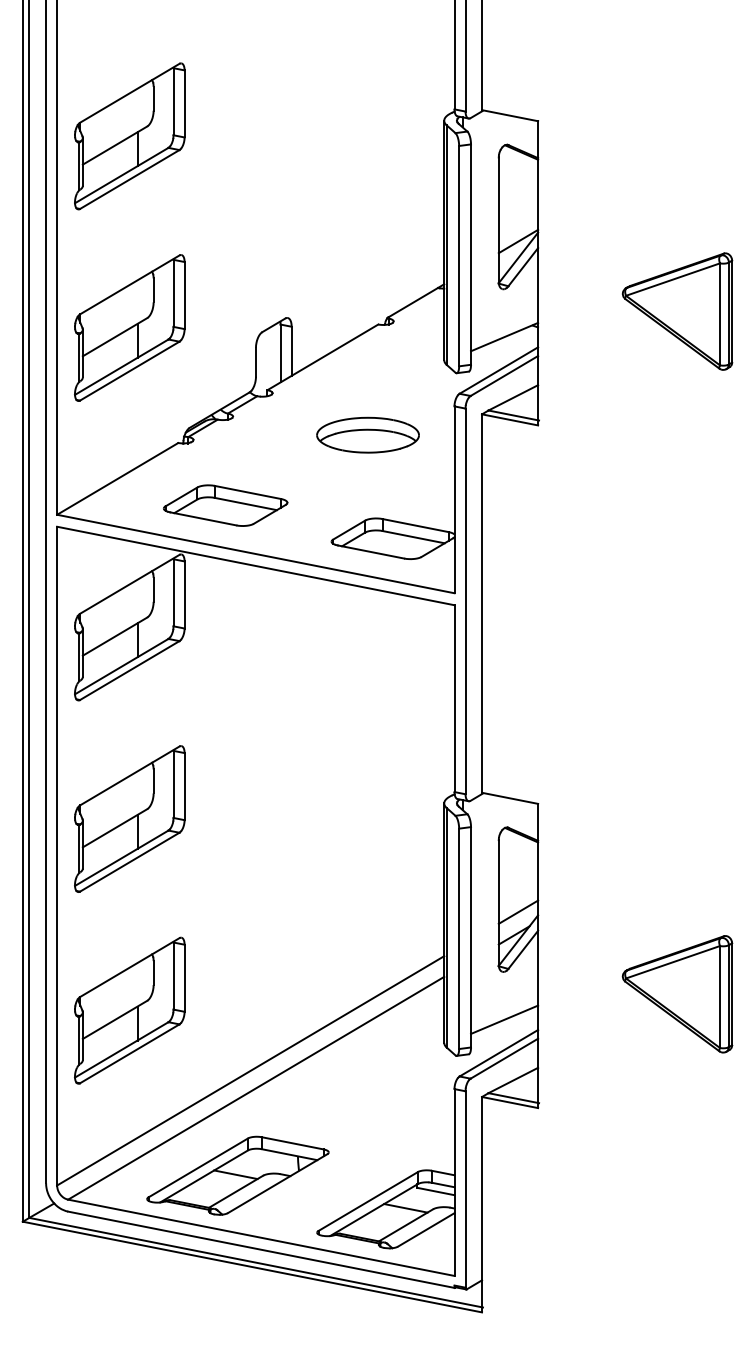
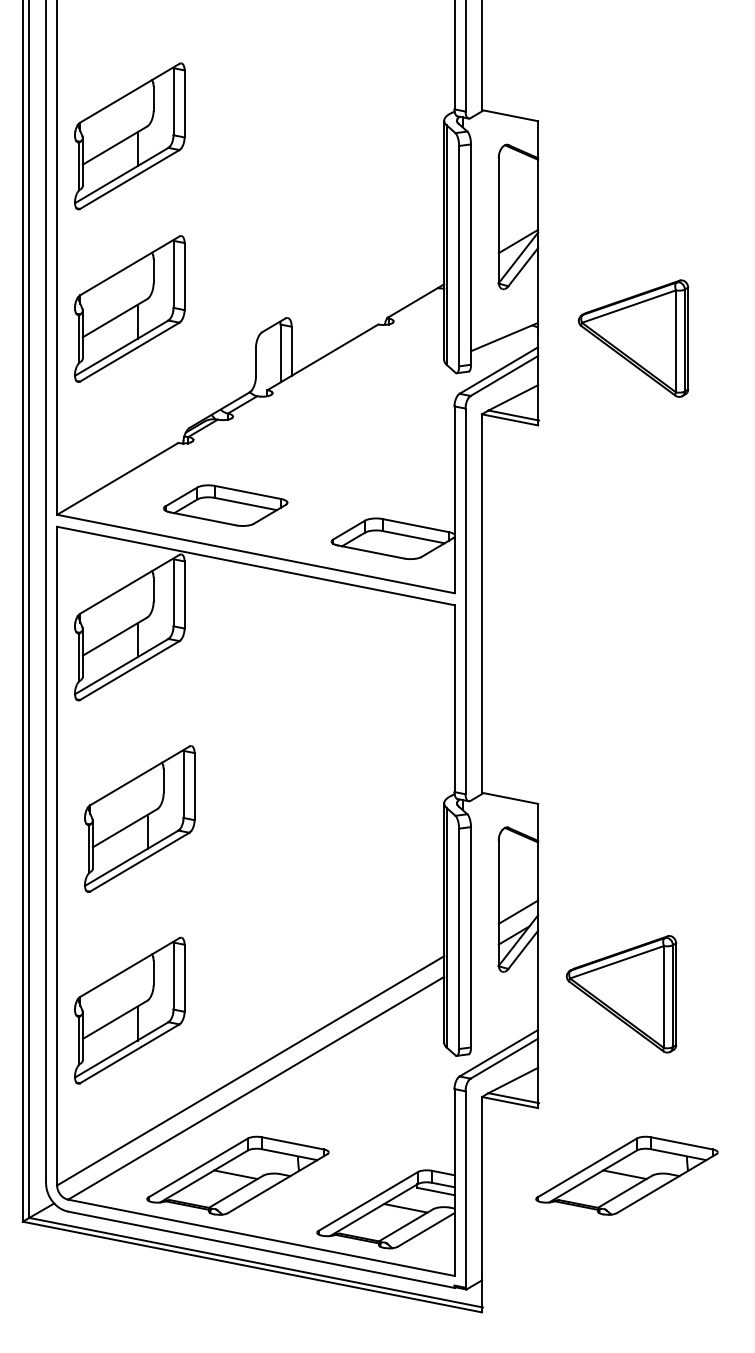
part at (677, 311) position: (677, 311) -> (633, 338)
part at (129, 327) position: (129, 327) -> (129, 308)
part at (367, 434): present -> none
part at (129, 818) position: (129, 818) -> (139, 818)
part at (677, 994) position: (677, 994) -> (621, 994)
line at (504, 1019): present -> none
part at (626, 1175): none -> present
